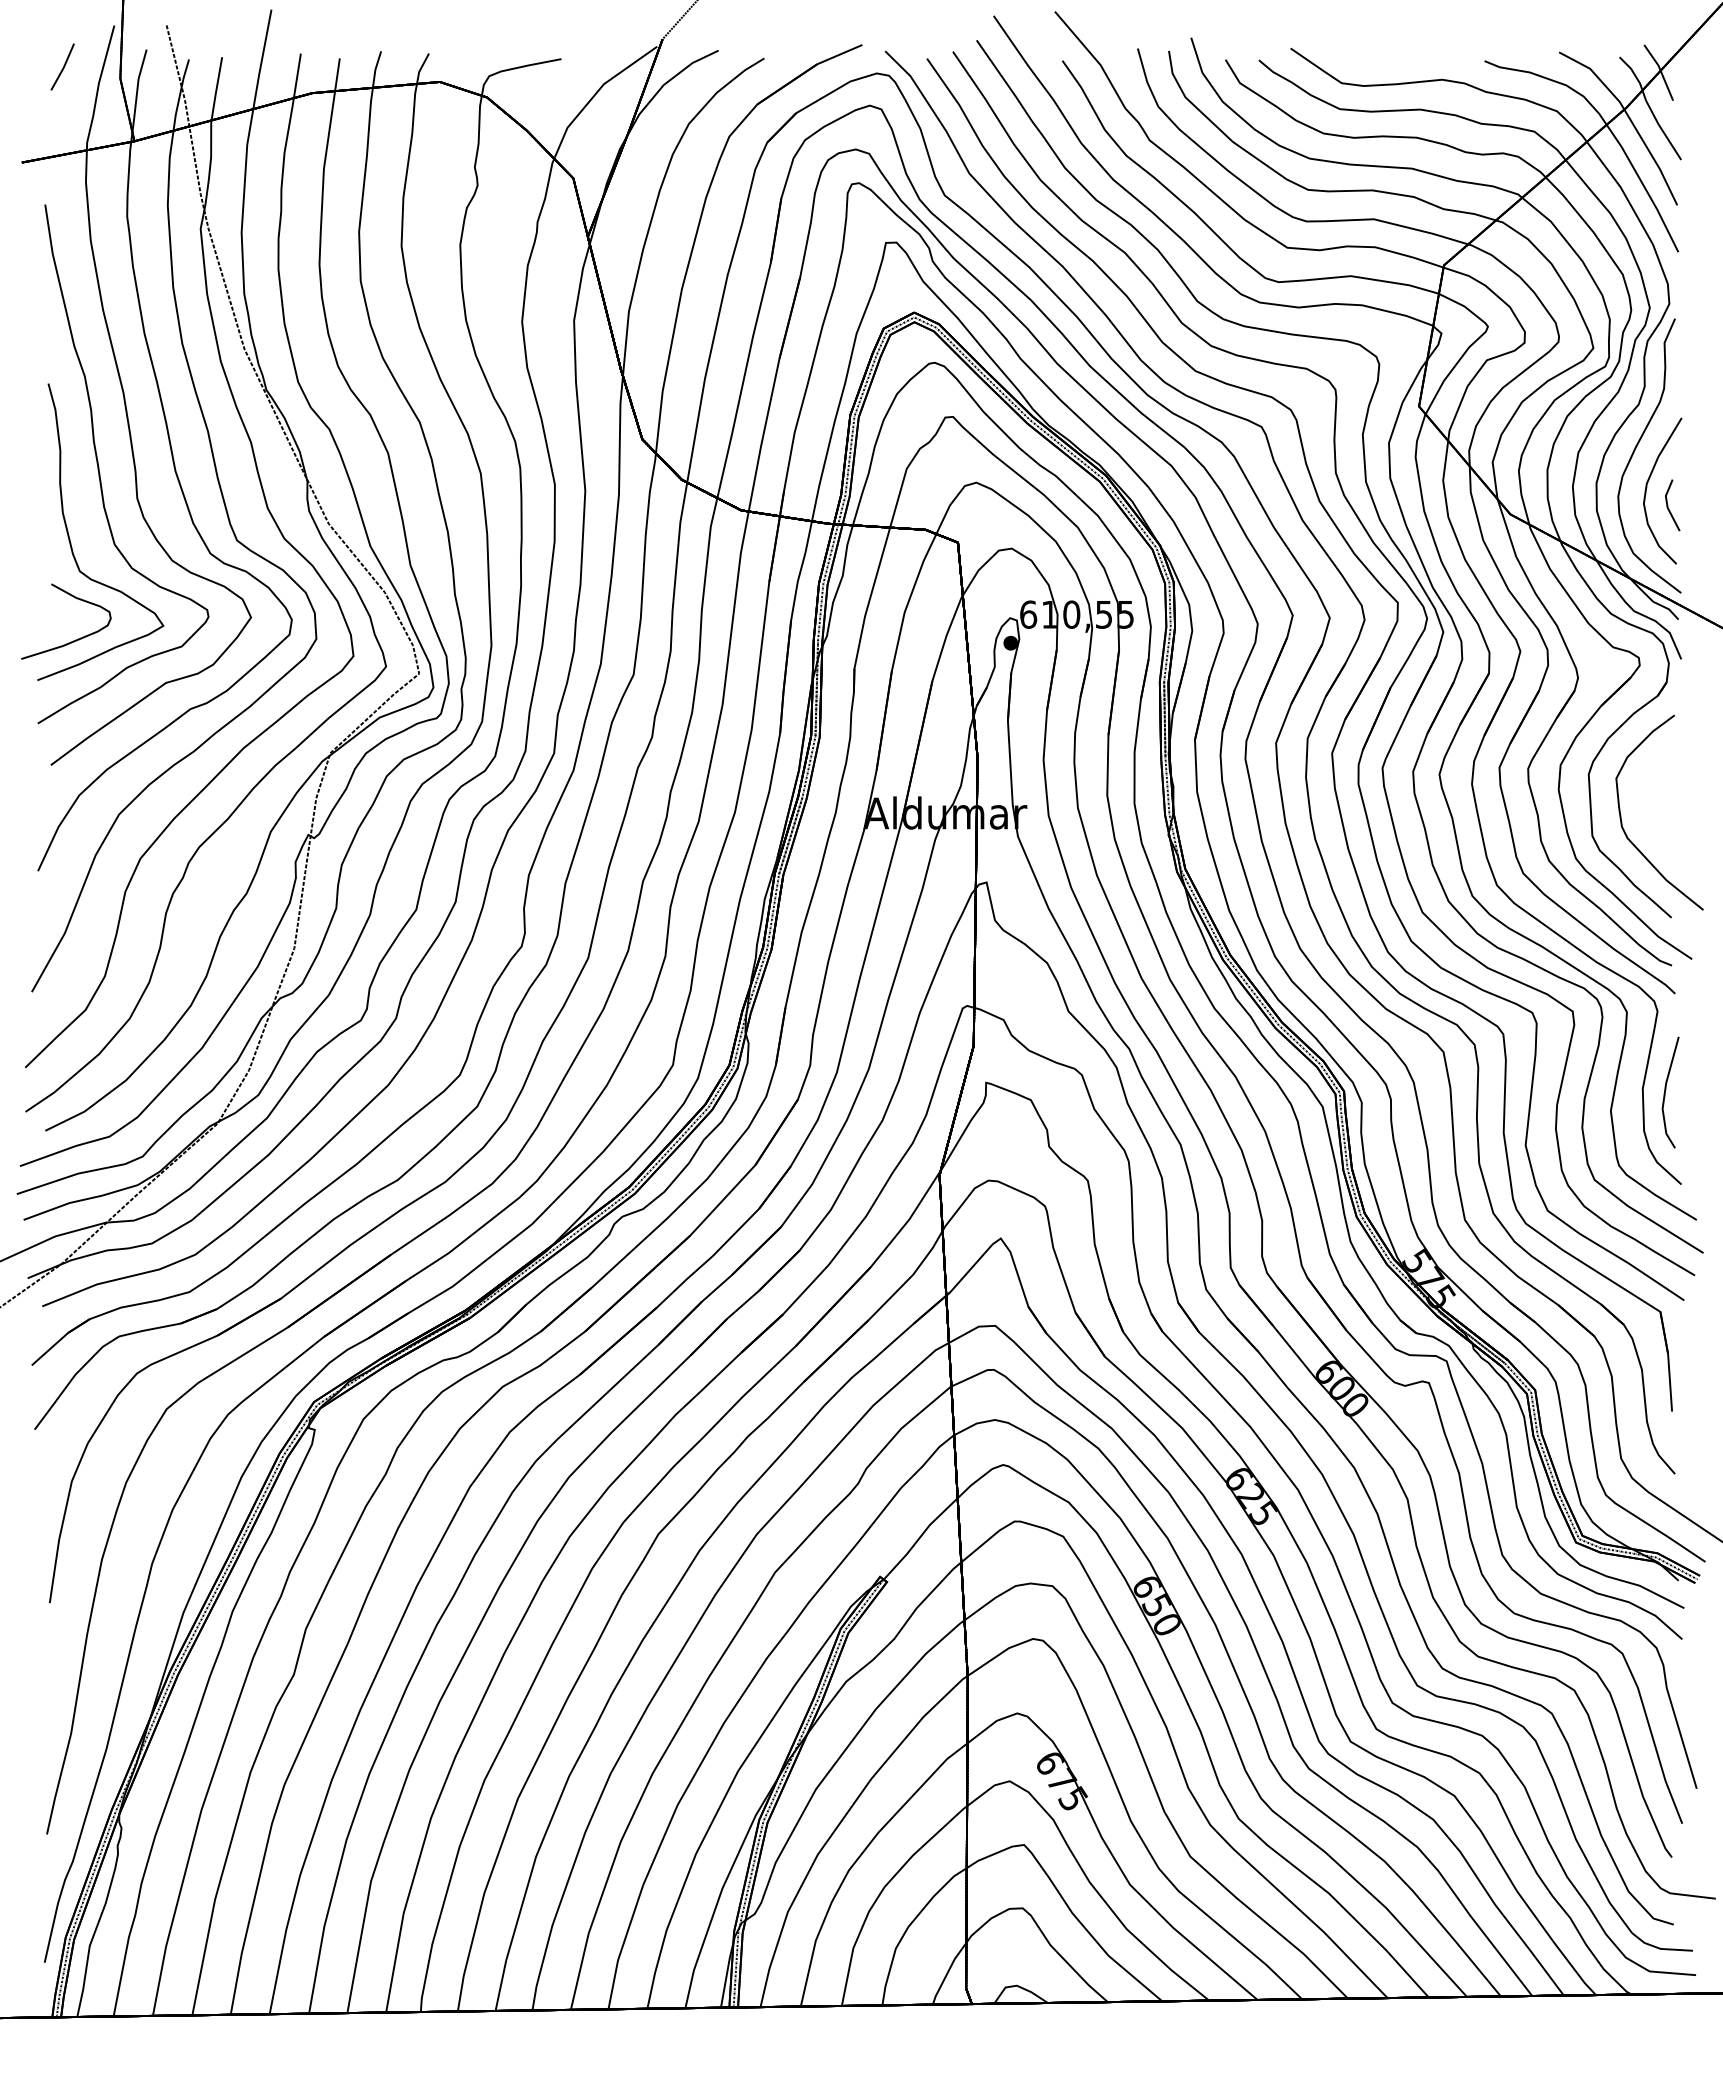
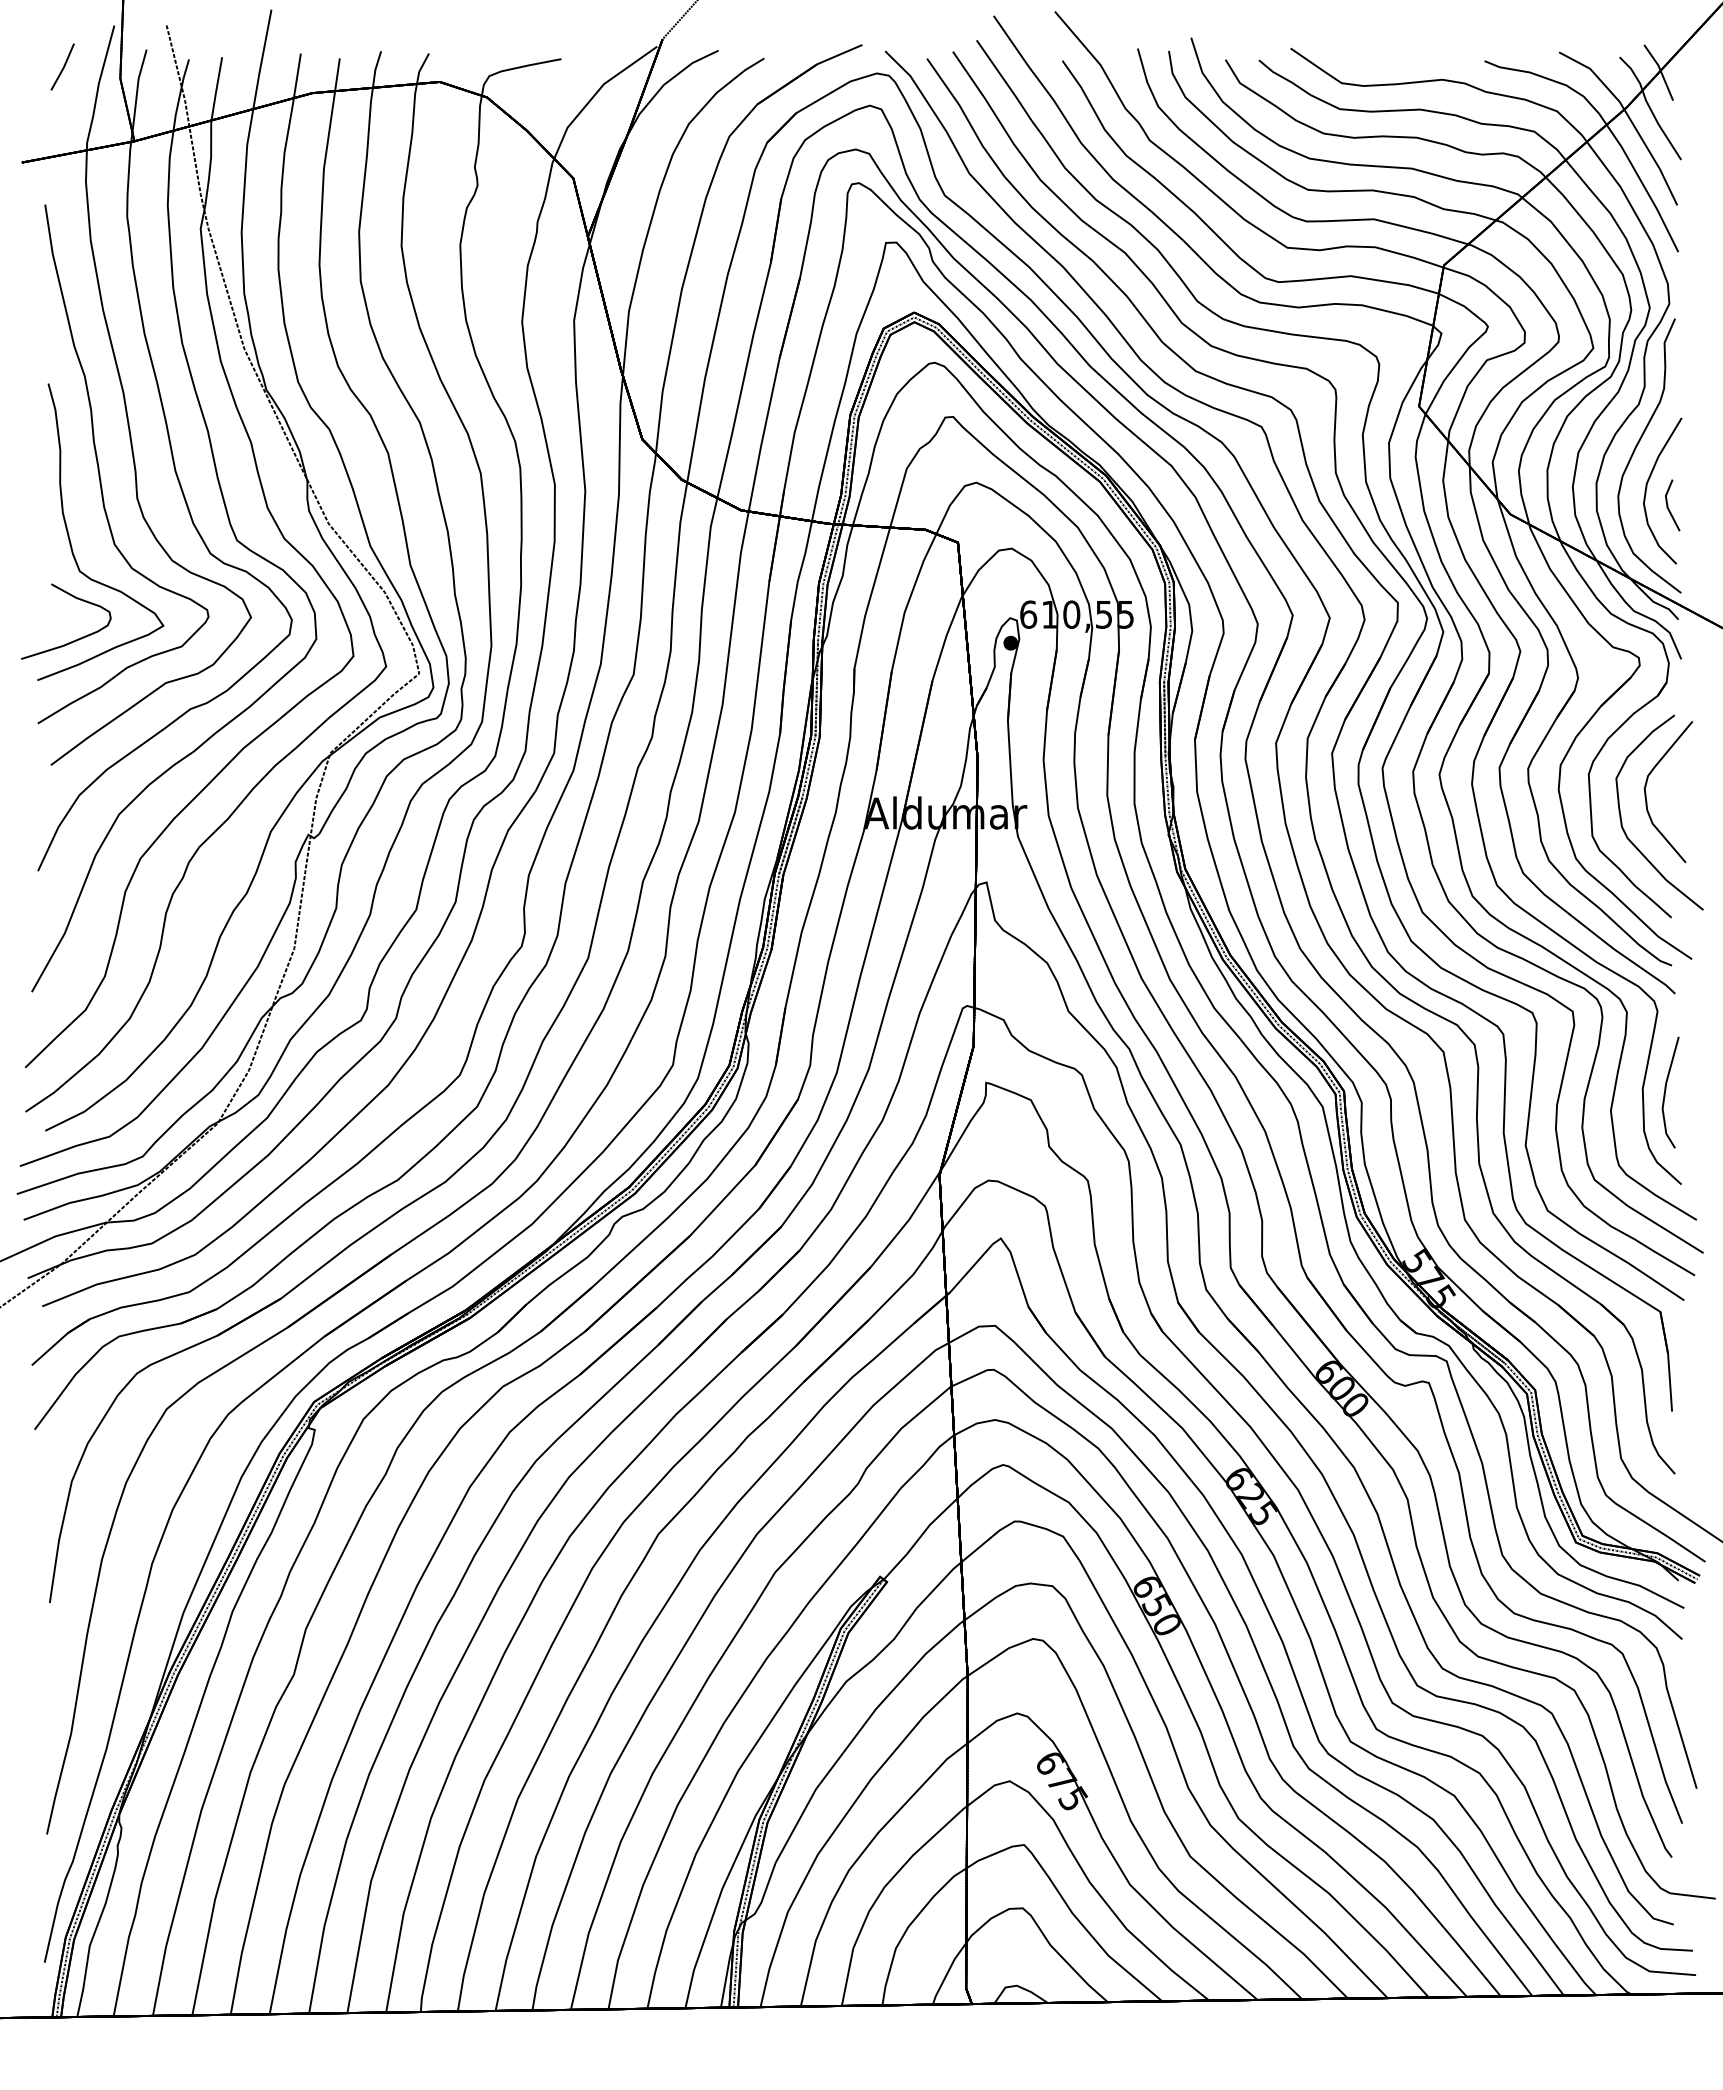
part at (1646, 792): none -> present
